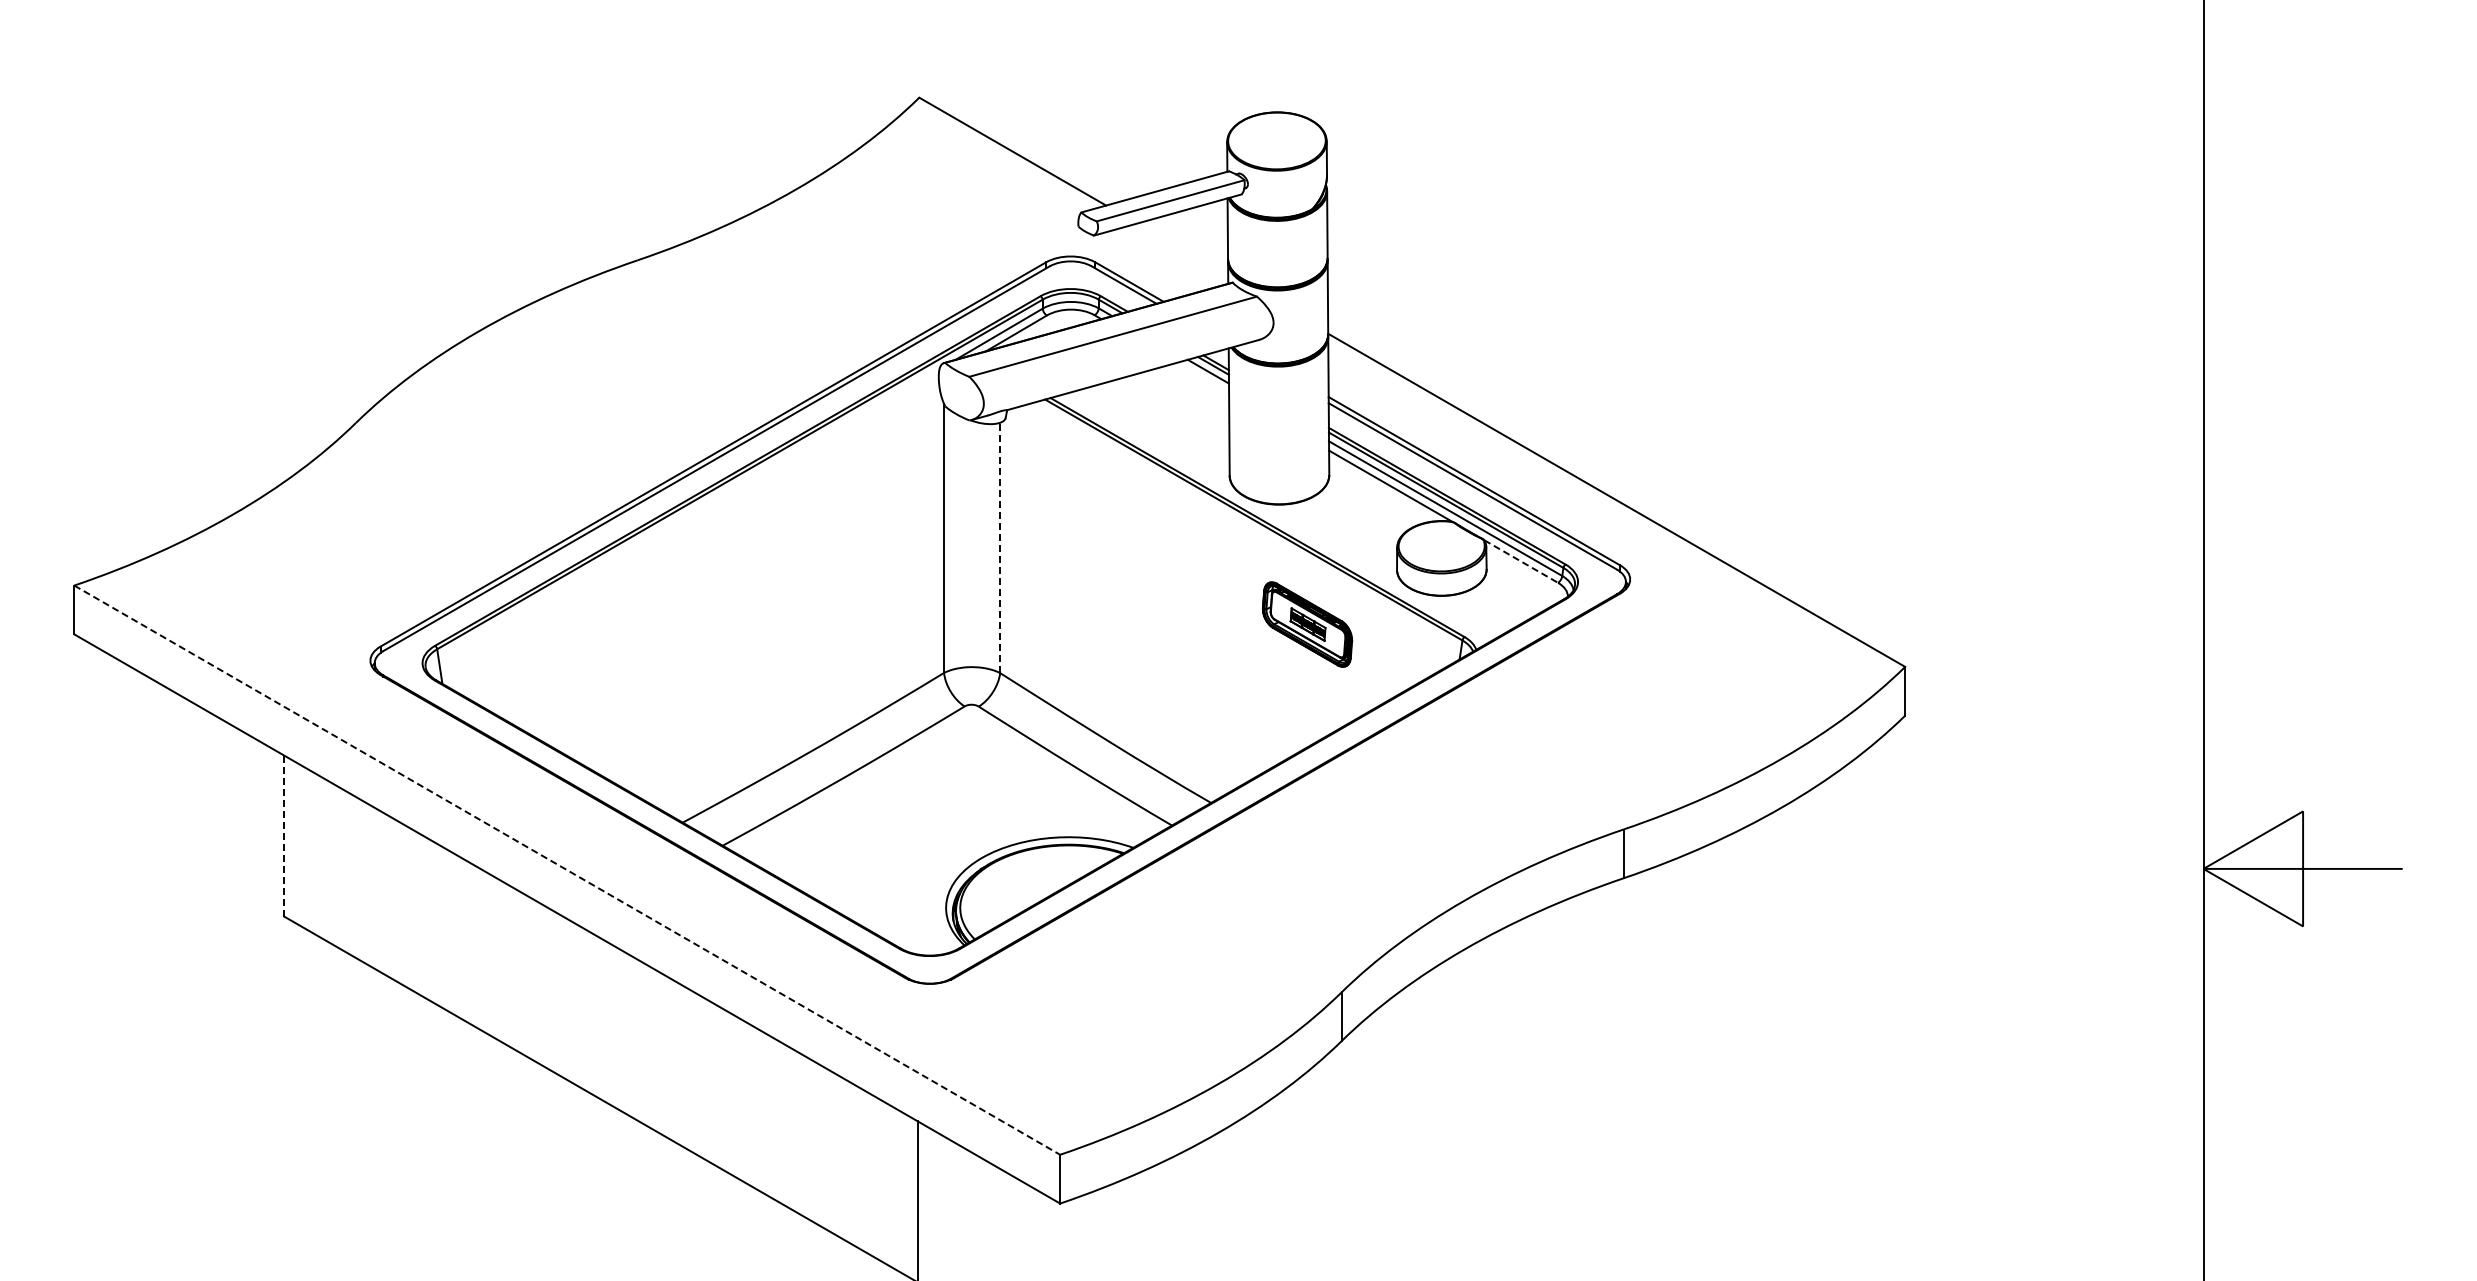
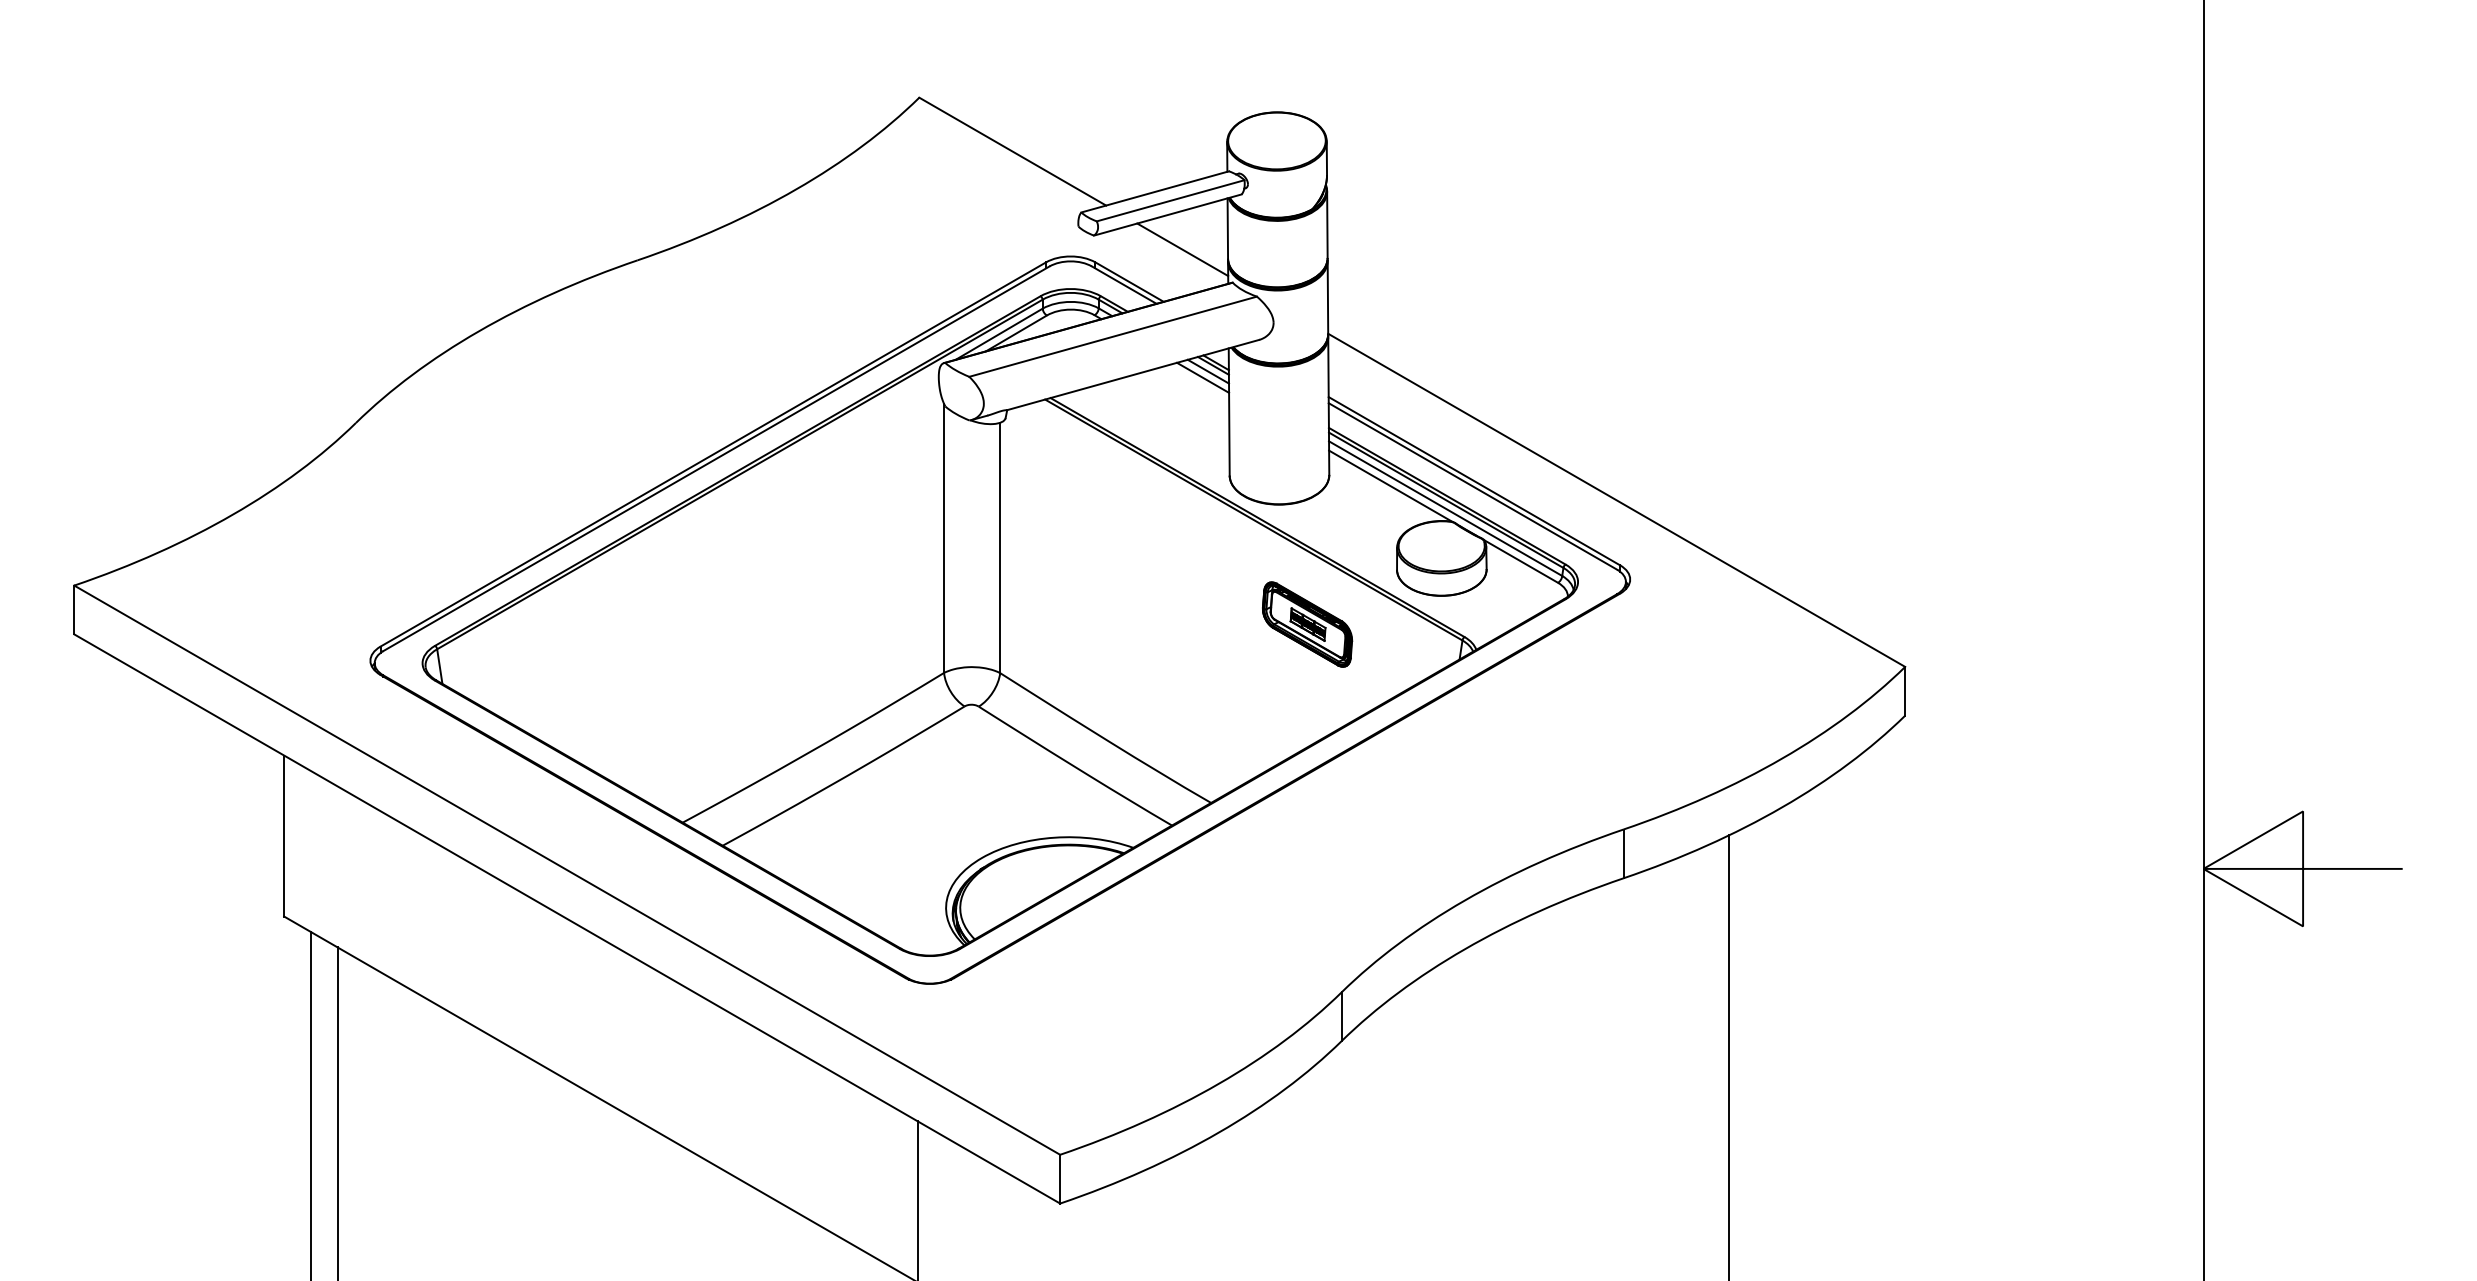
line at (1182, 249): none -> present
line at (1203, 377): none -> present
line at (1000, 547): dashed -> solid
line at (1521, 561): dashed -> solid
line at (284, 836): dashed -> solid
line at (567, 870): dashed -> solid
line at (1729, 1056): none -> present
line at (310, 1104): none -> present
line at (337, 1112): none -> present
